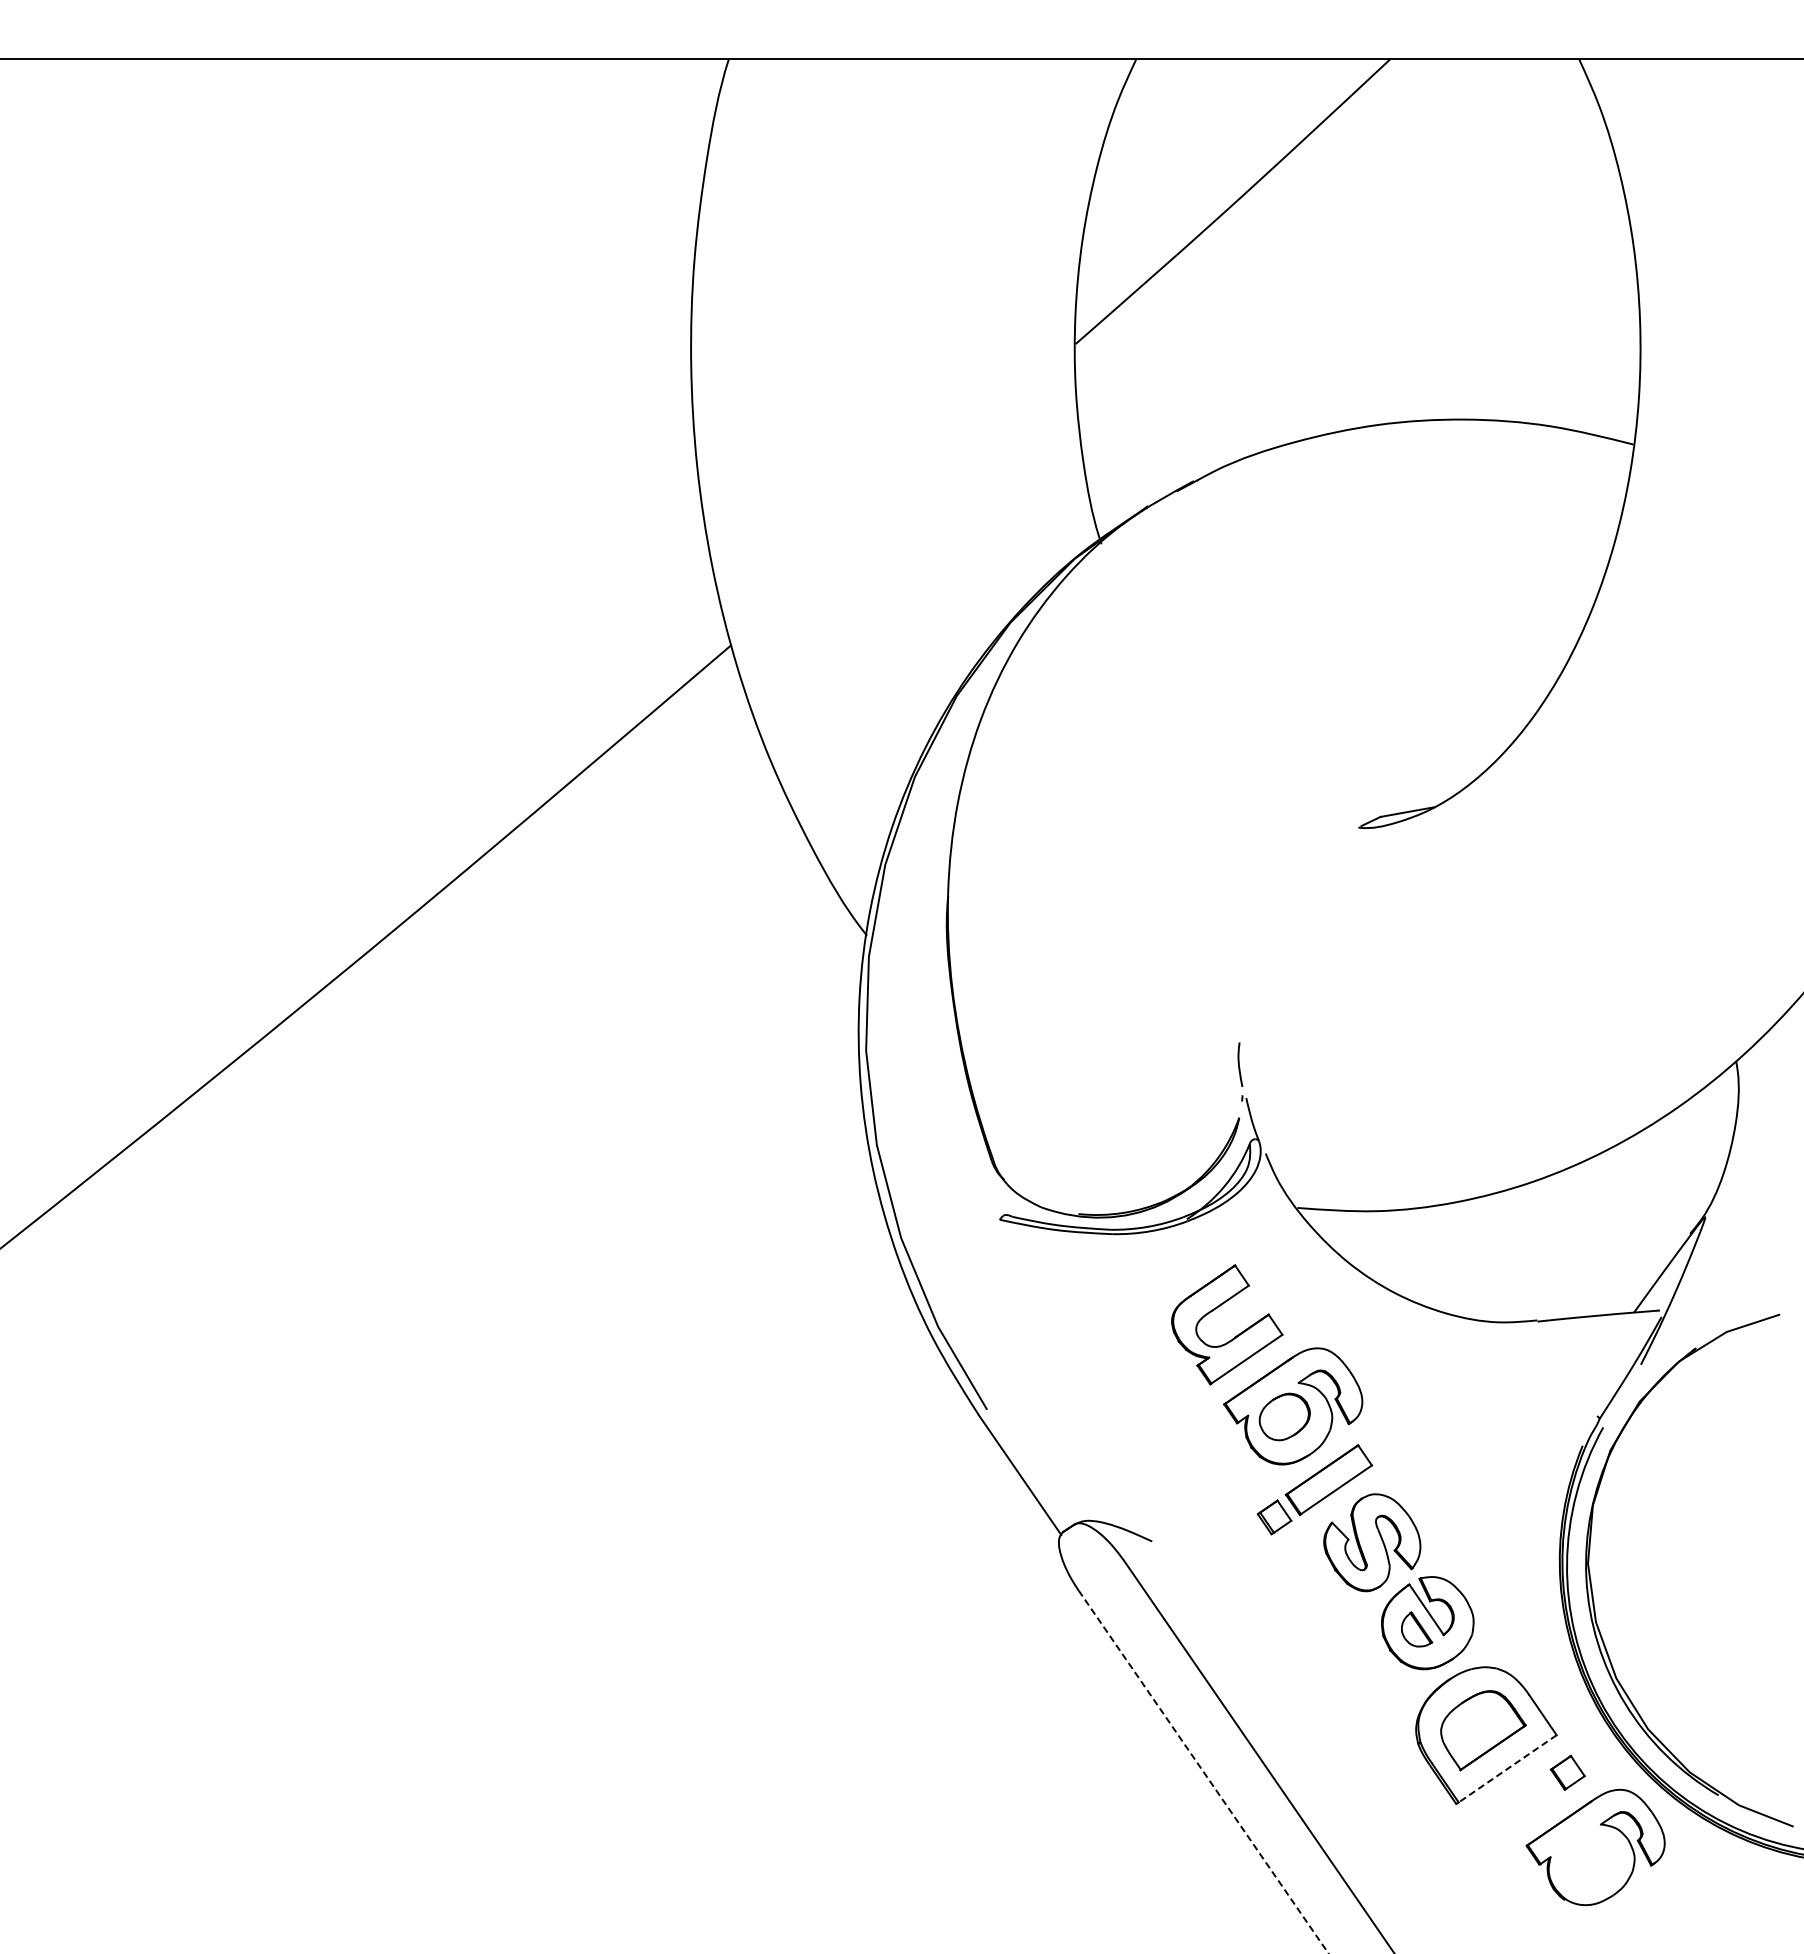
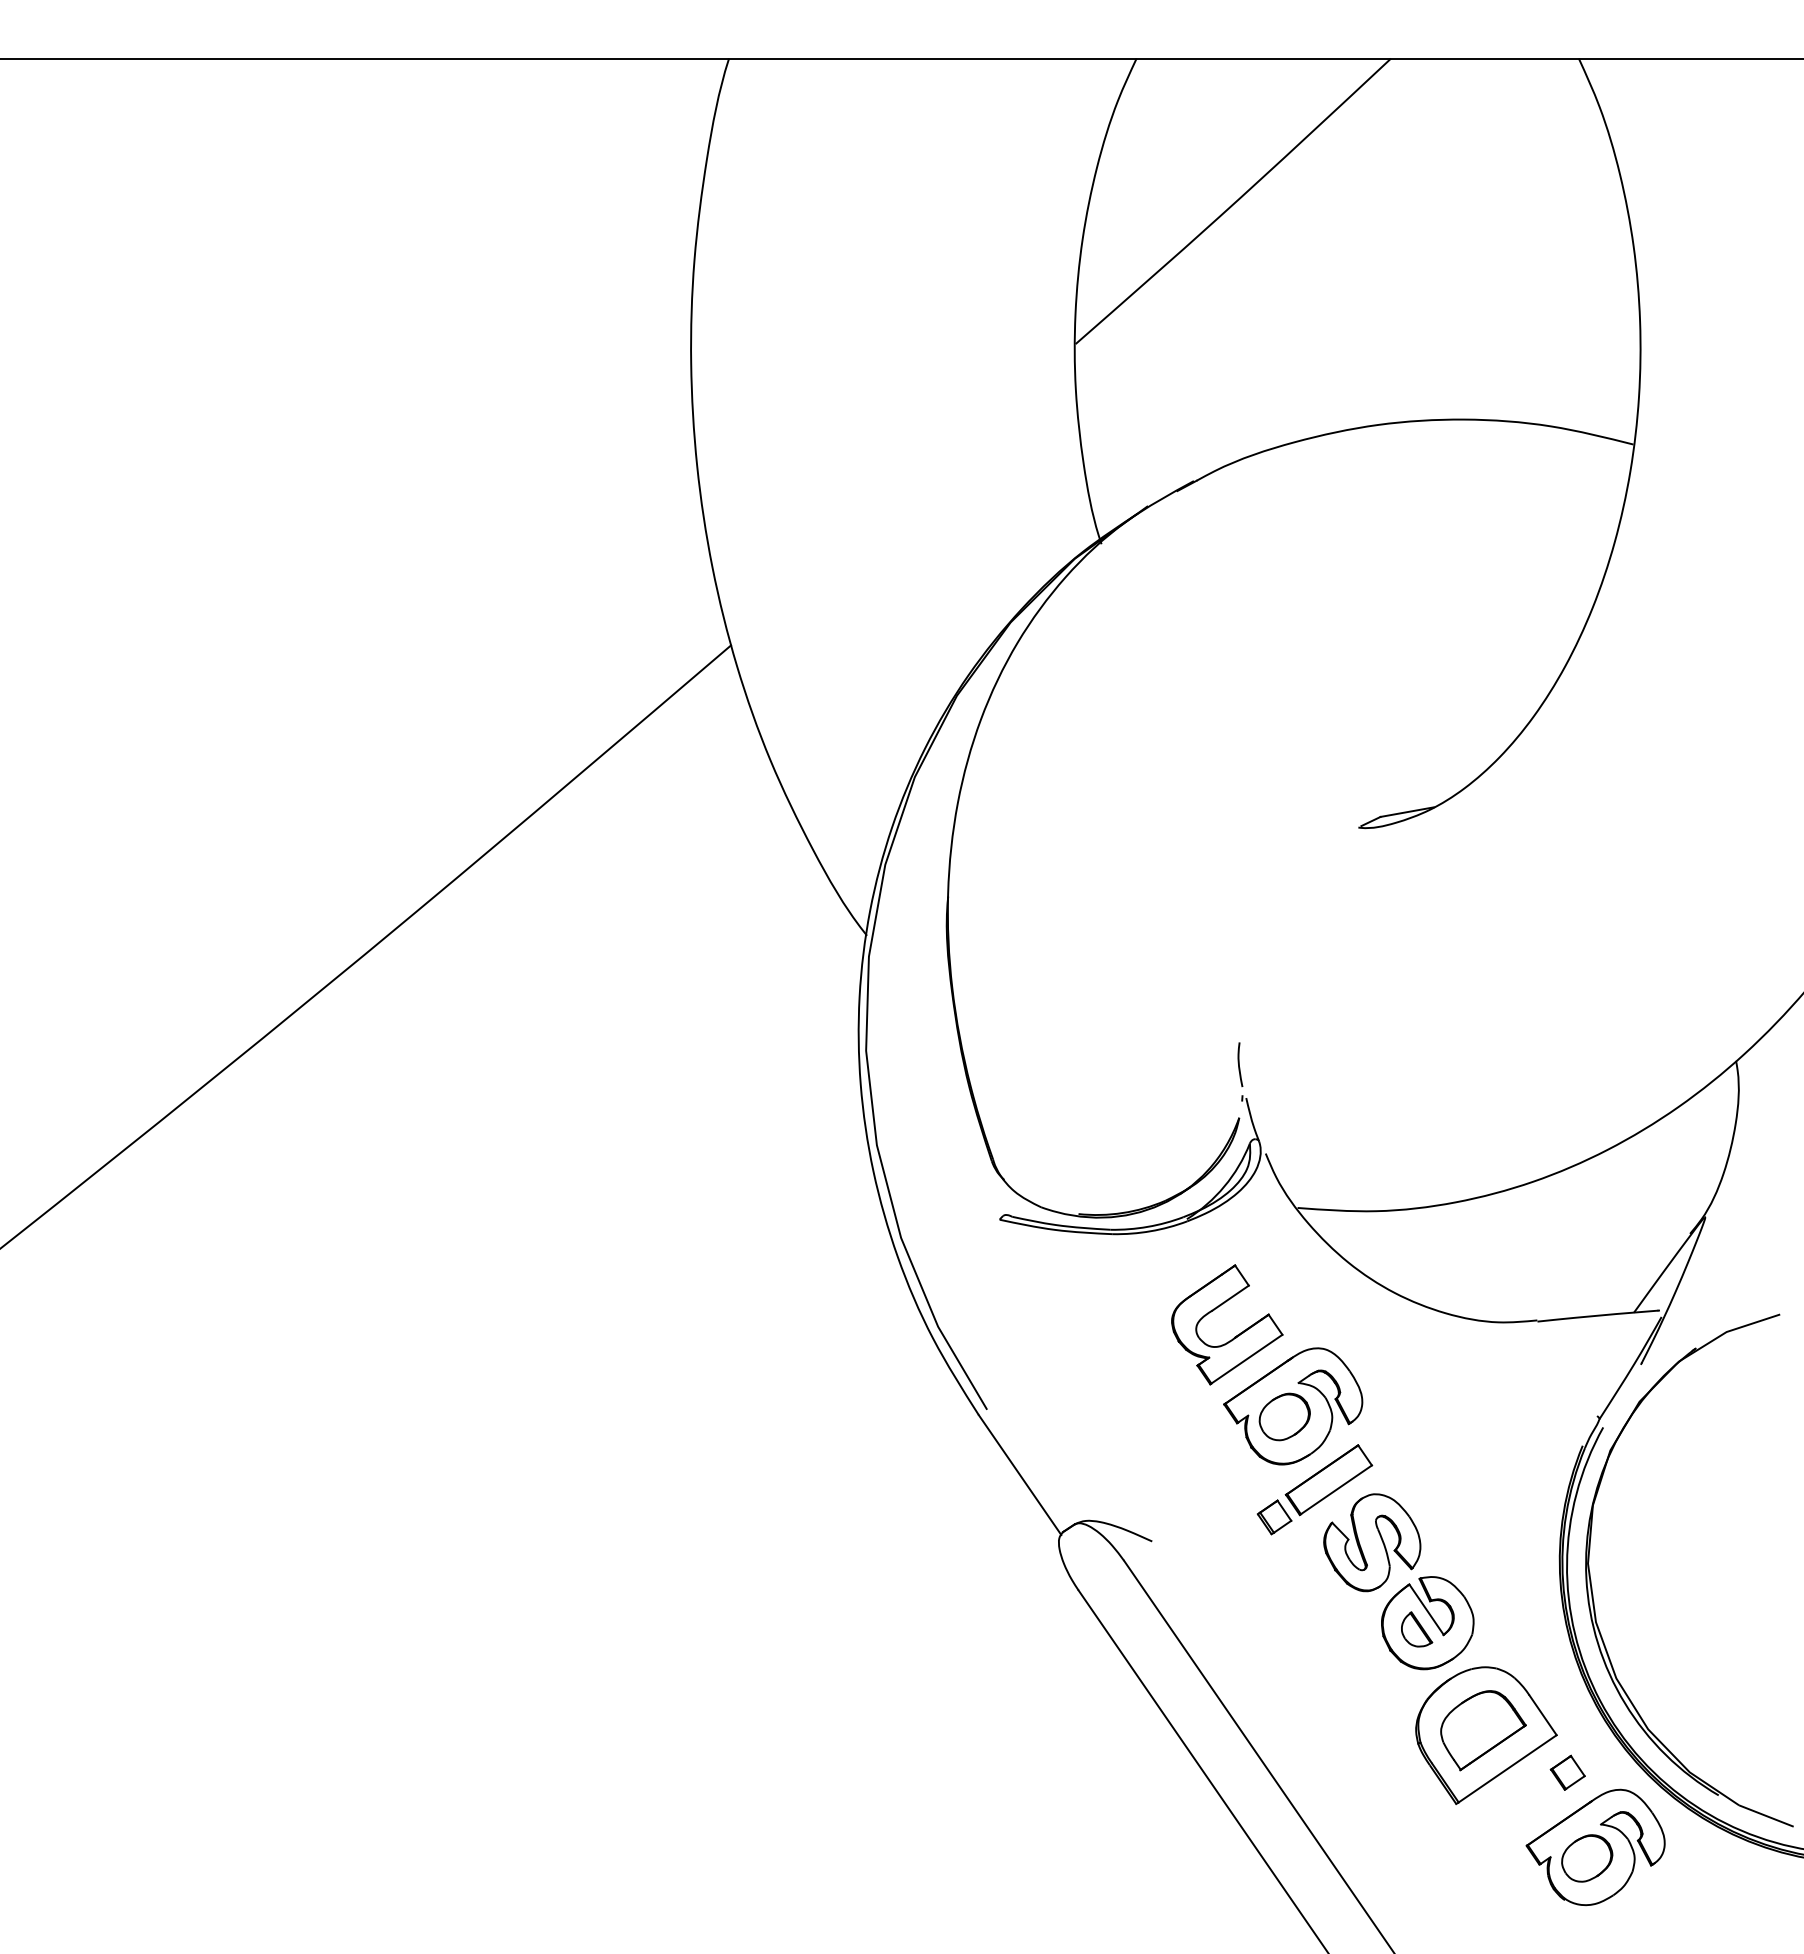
line at (1507, 1769): dashed -> solid
line at (1203, 1772): dashed -> solid
part at (1587, 1858): none -> present
